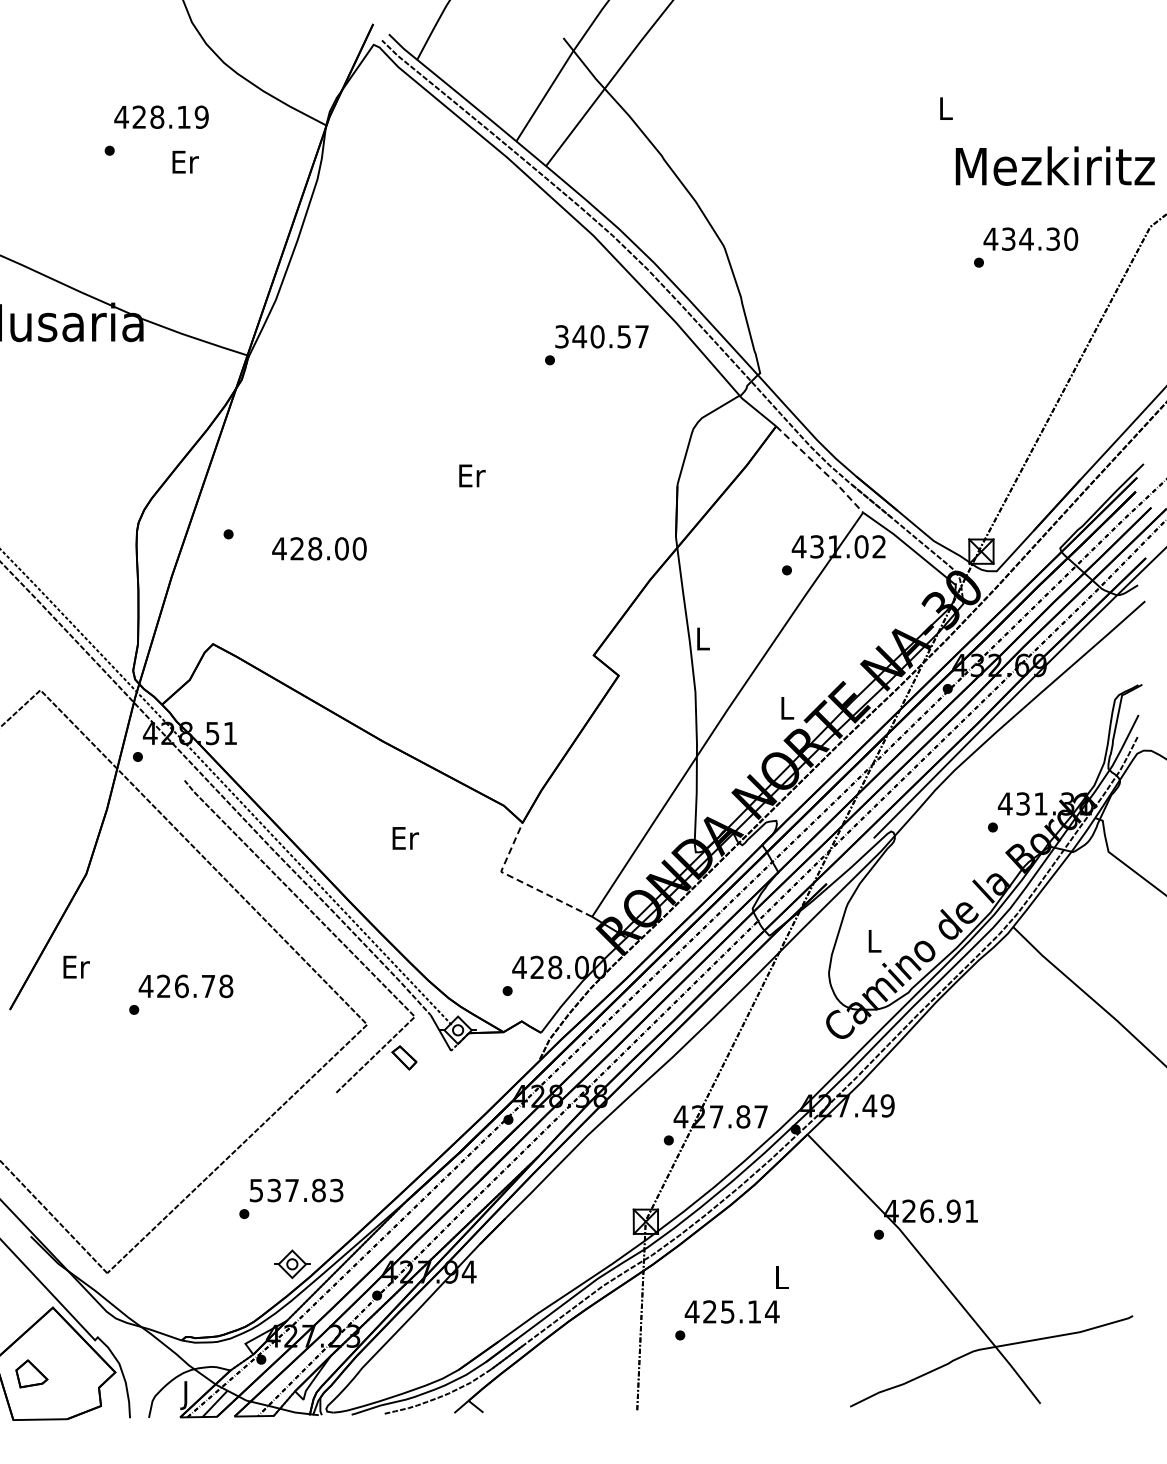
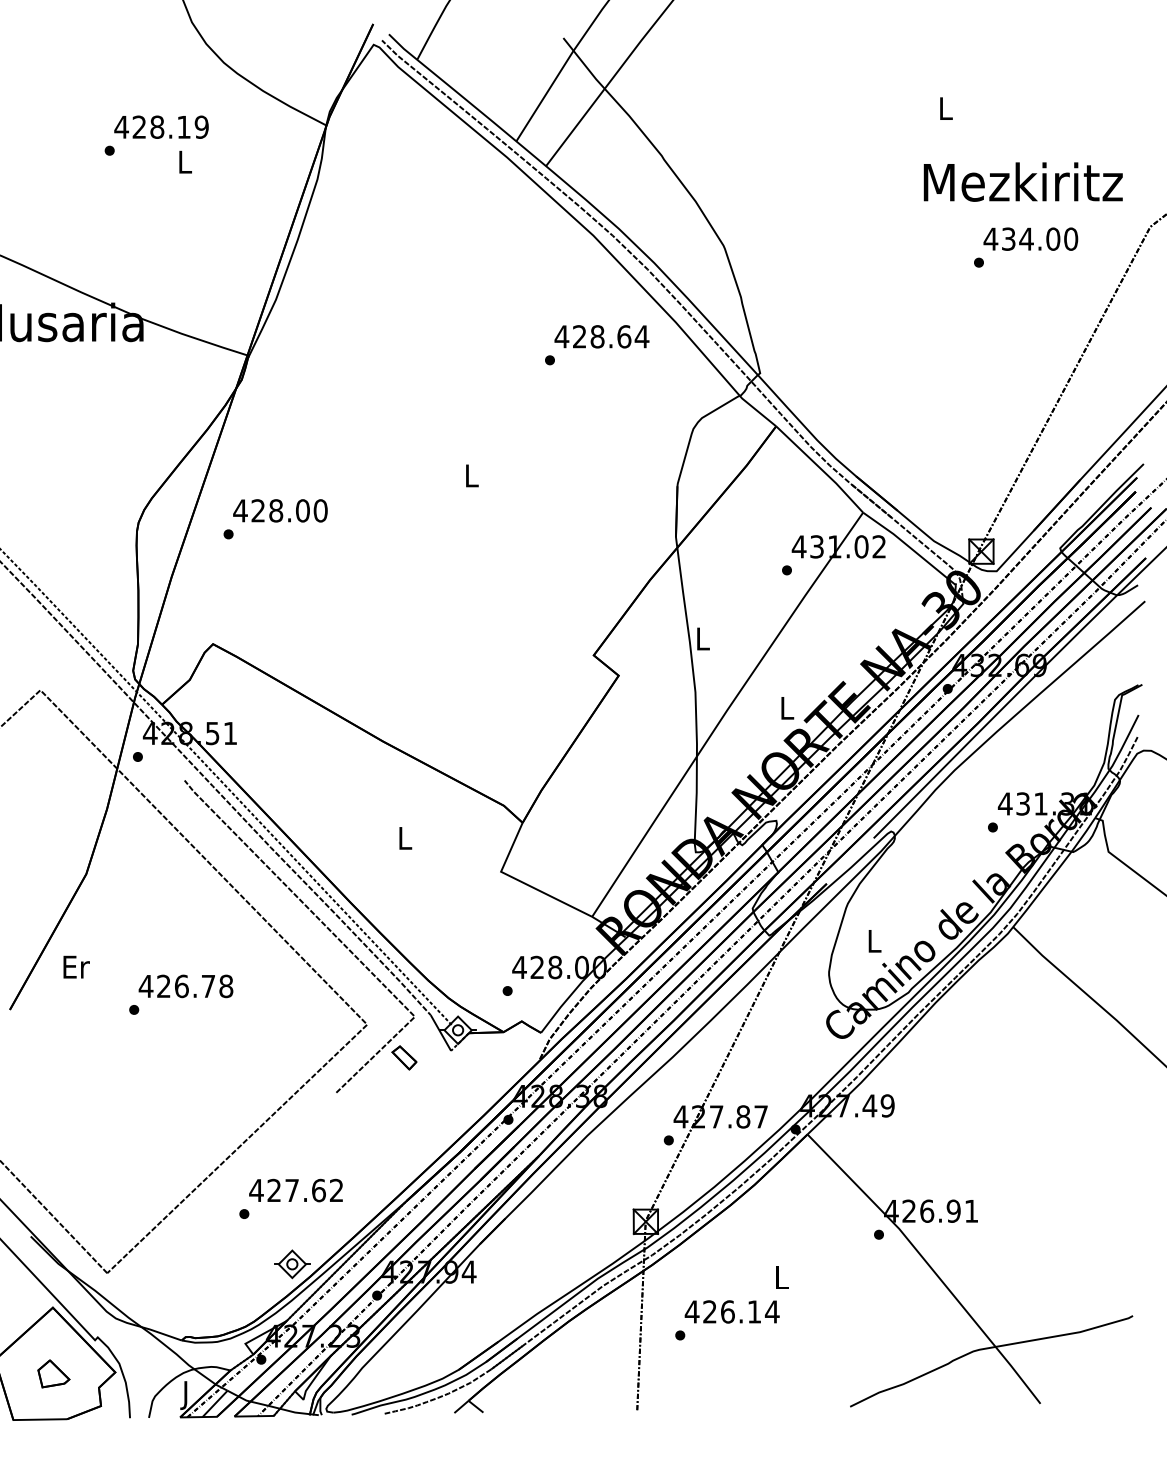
text at (161, 116) position: (161, 116) -> (161, 126)
text at (185, 161): Er -> L
text at (1054, 165) position: (1054, 165) -> (1022, 181)
text at (1053, 238): 434.30 -> 434.00
text at (601, 336): 340.57 -> 428.64
line at (821, 468): dashed -> solid
text at (472, 475): Er -> L
text at (319, 548) position: (319, 548) -> (280, 510)
text at (405, 838): Er -> L
line at (521, 881): dashed -> solid
text at (296, 1190): 537.83 -> 427.62
text at (727, 1311): 425.14 -> 426.14
part at (31, 1373) position: (31, 1373) -> (53, 1373)
